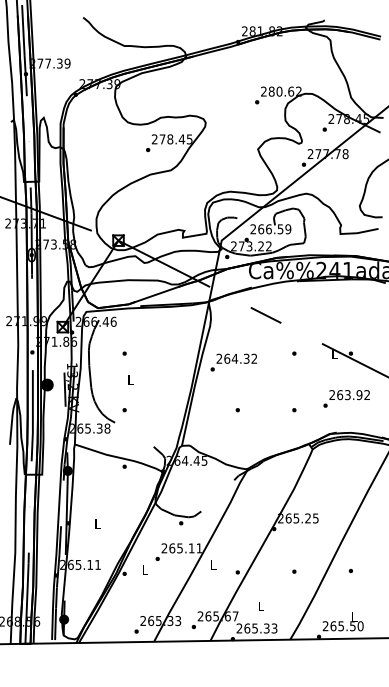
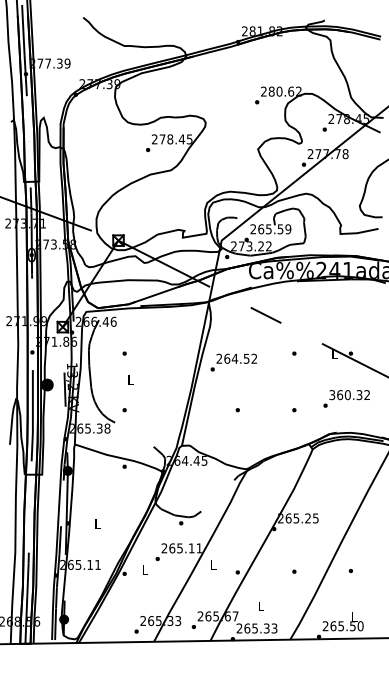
text at (268, 229): 266.59 -> 265.59
text at (246, 357): 264.32 -> 264.52
text at (345, 395): 263.92 -> 360.32
